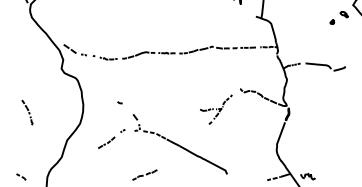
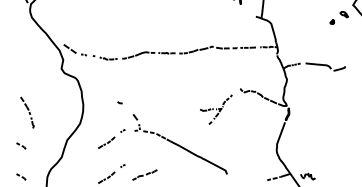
part at (27, 112) size: 13x27 px -> 15x33 px
part at (21, 145): none -> present
part at (111, 173): none -> present
